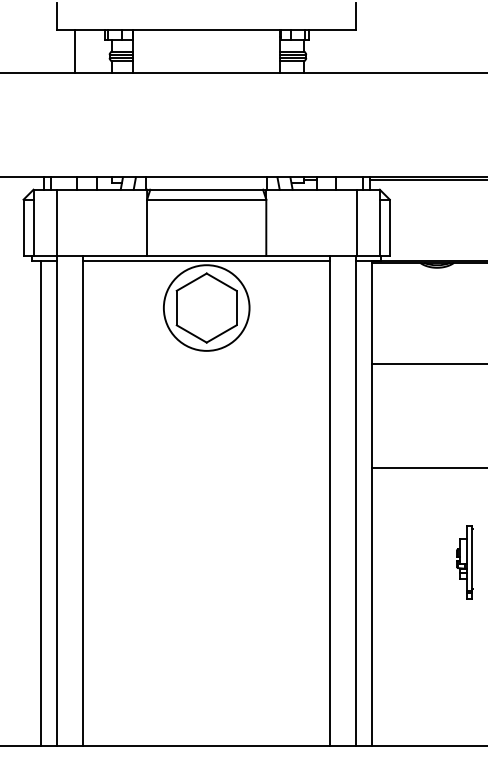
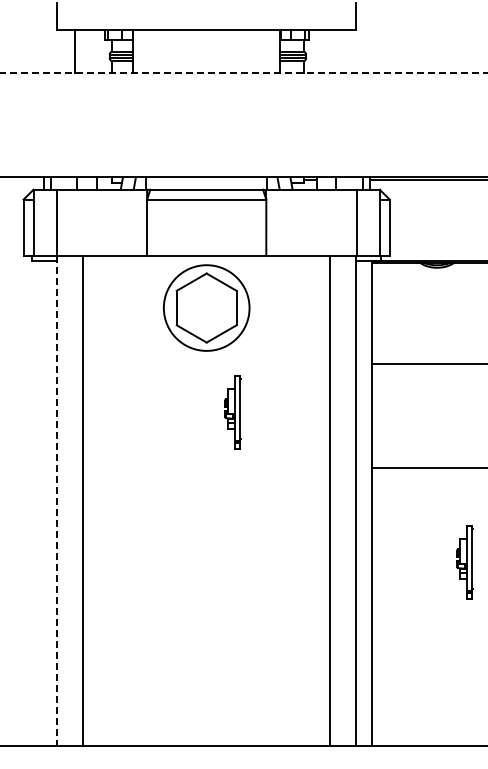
line at (243, 73): solid -> dashed
line at (206, 260): present -> none
part at (232, 412): none -> present
line at (56, 501): solid -> dashed
line at (41, 502): present -> none
